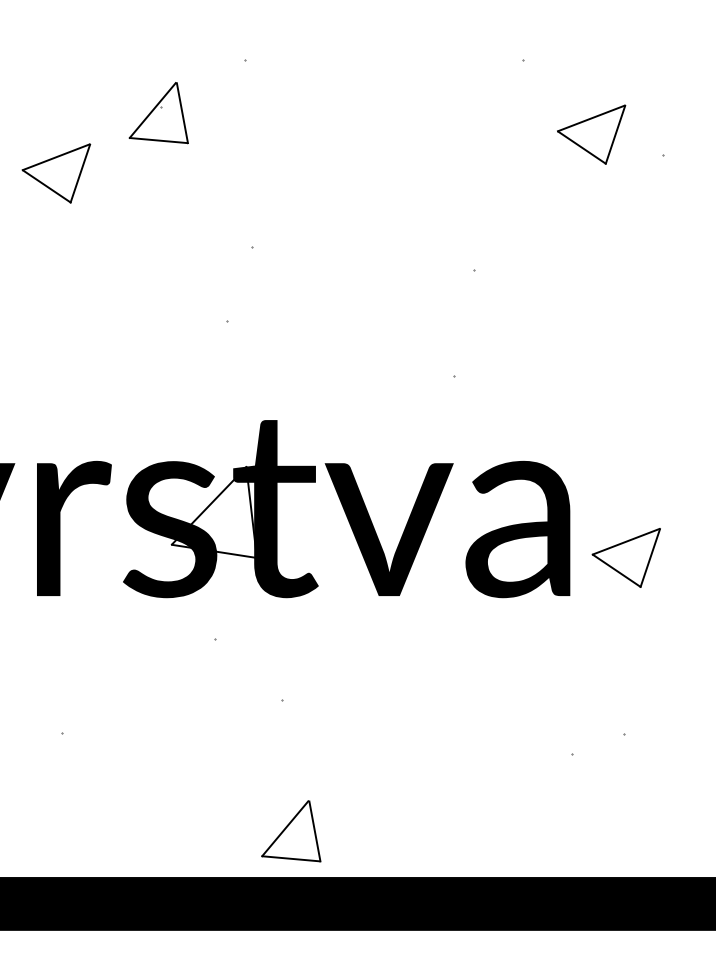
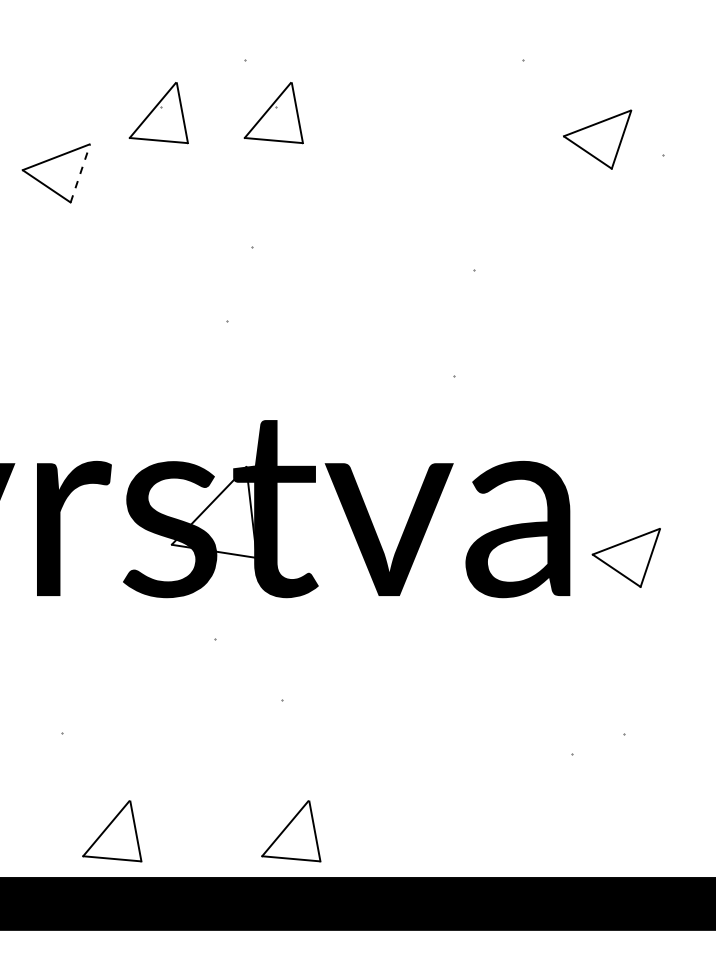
part at (273, 113): none -> present
part at (591, 134) position: (591, 134) -> (597, 139)
line at (80, 173): solid -> dashed
part at (112, 831): none -> present
